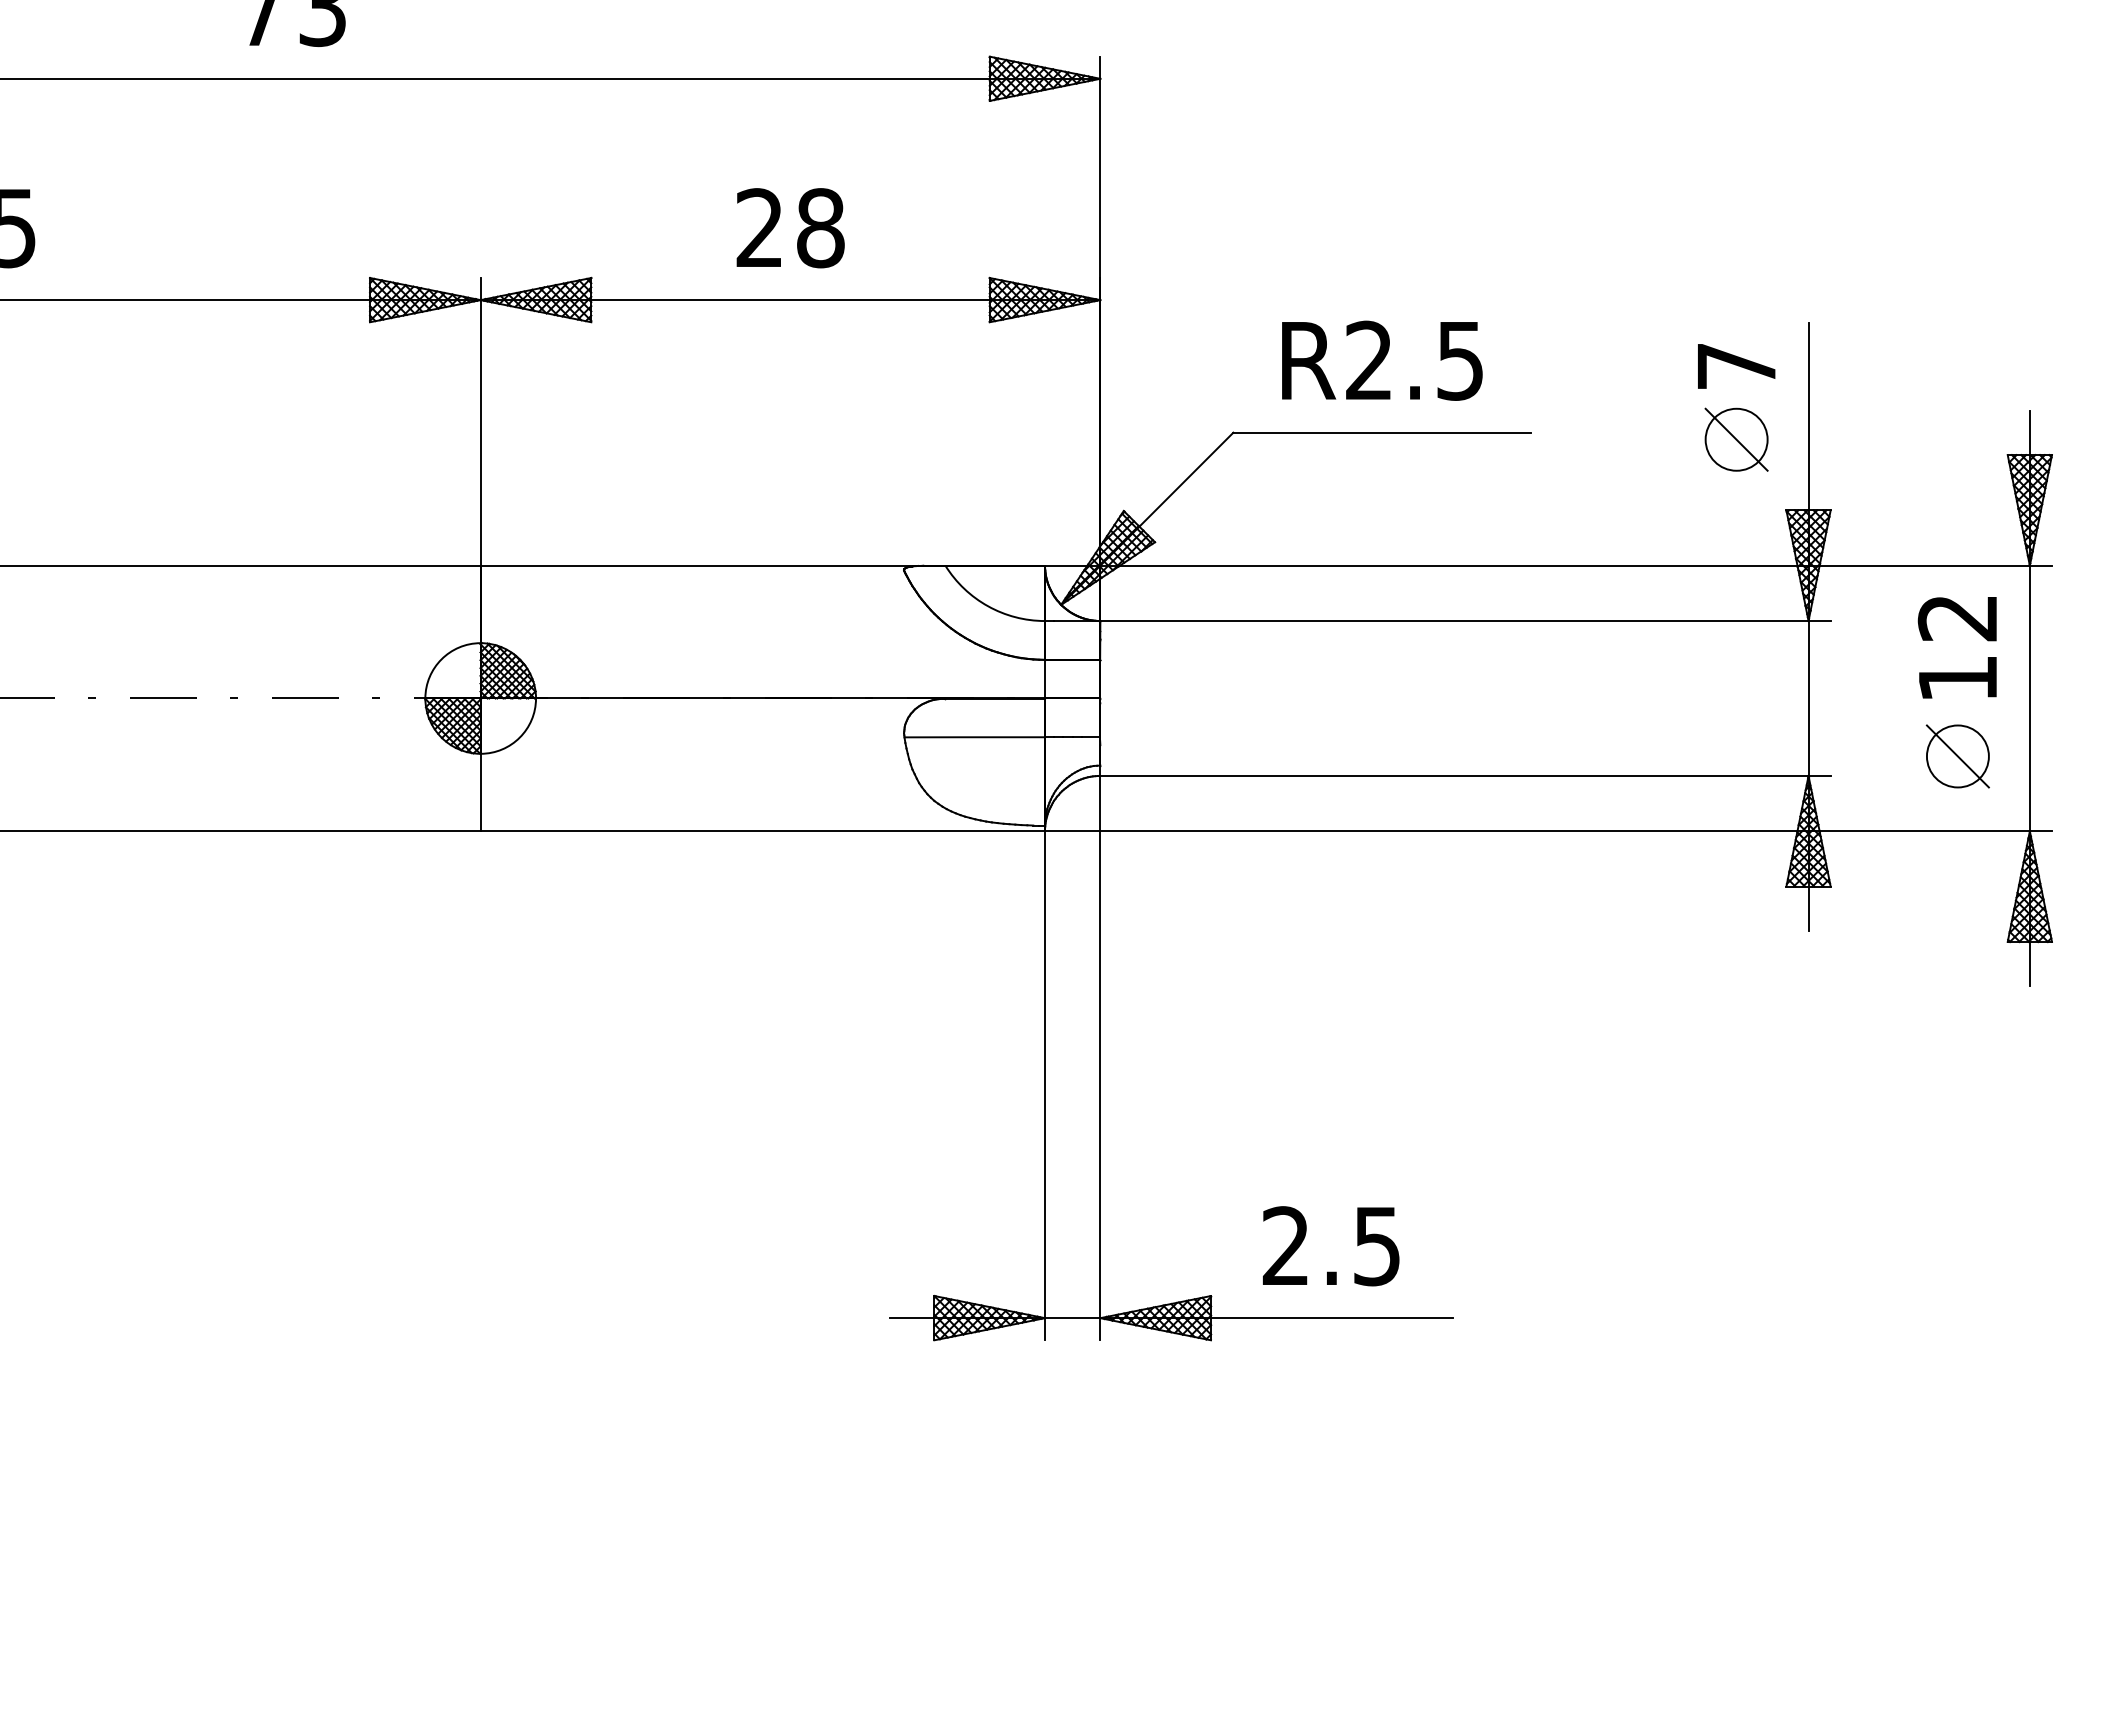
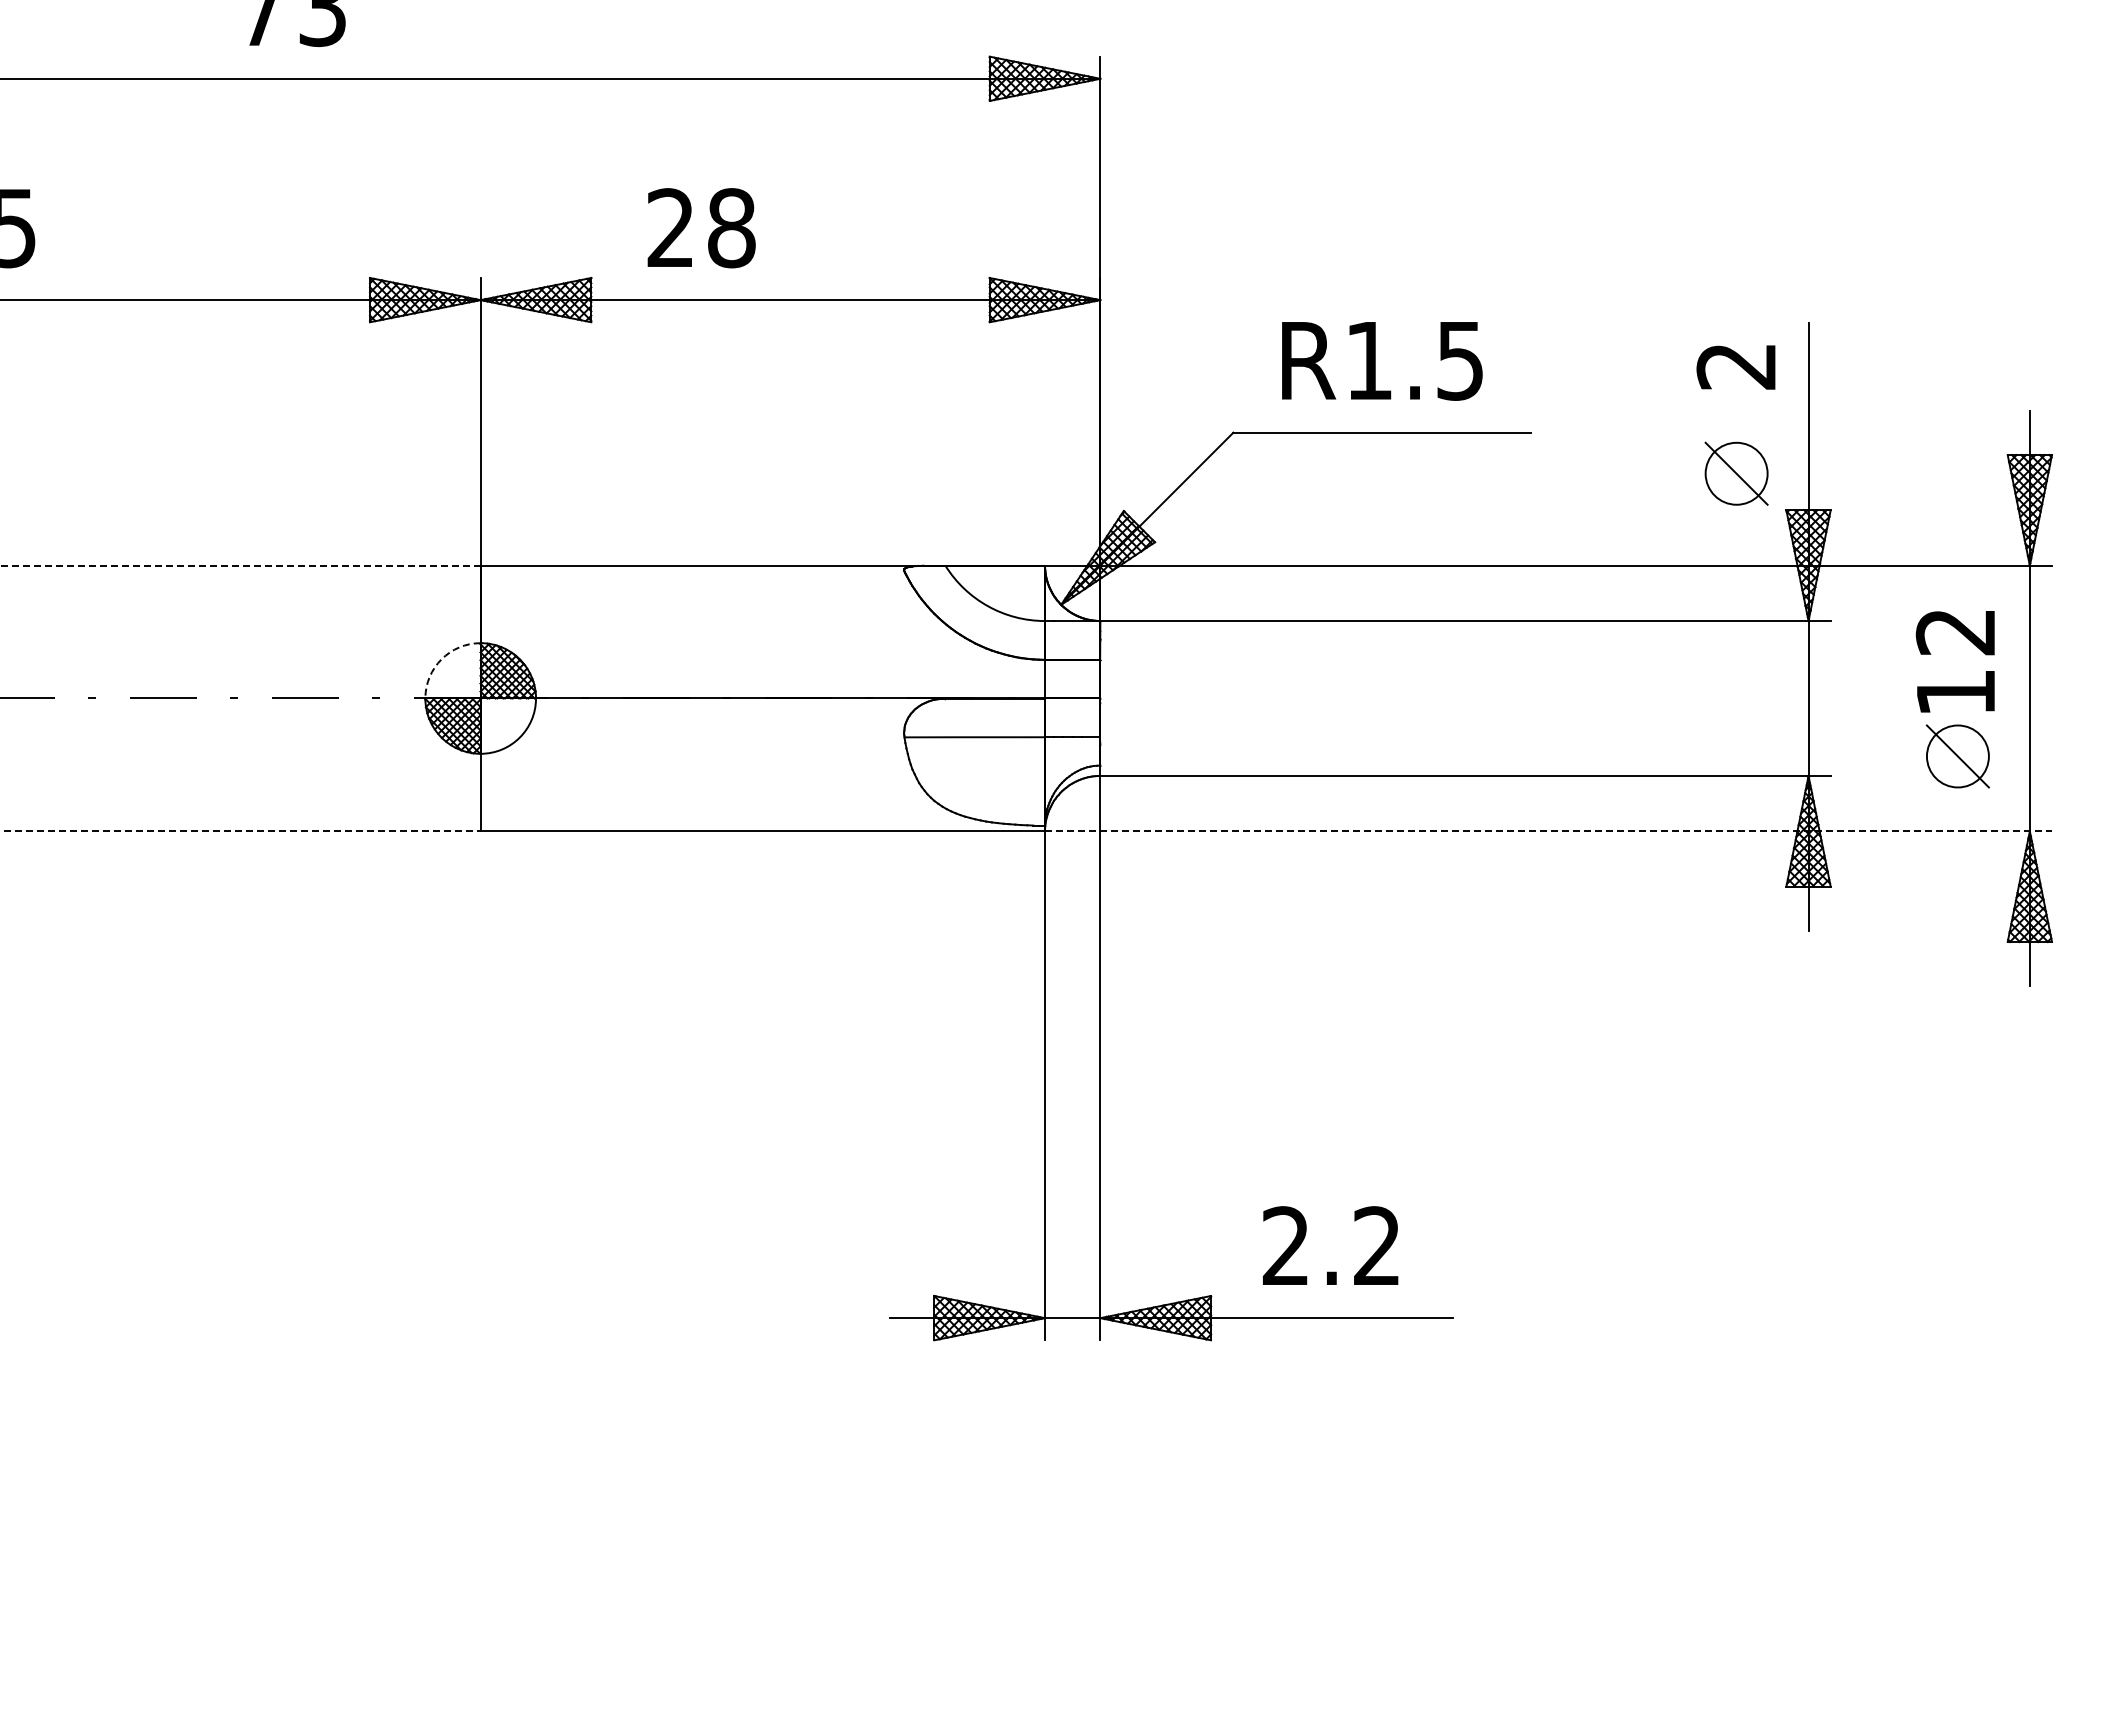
text at (790, 228) position: (790, 228) -> (701, 228)
text at (1368, 359): R2.5 -> R1.5
text at (1735, 366): 7 -> 2
part at (1736, 439) position: (1736, 439) -> (1736, 473)
line at (240, 565): solid -> dashed
text at (1956, 647) position: (1956, 647) -> (1954, 661)
arc at (441, 659): solid -> dashed
line at (240, 831): solid -> dashed
line at (1549, 831): solid -> dashed
text at (1376, 1246): 2.5 -> 2.2
